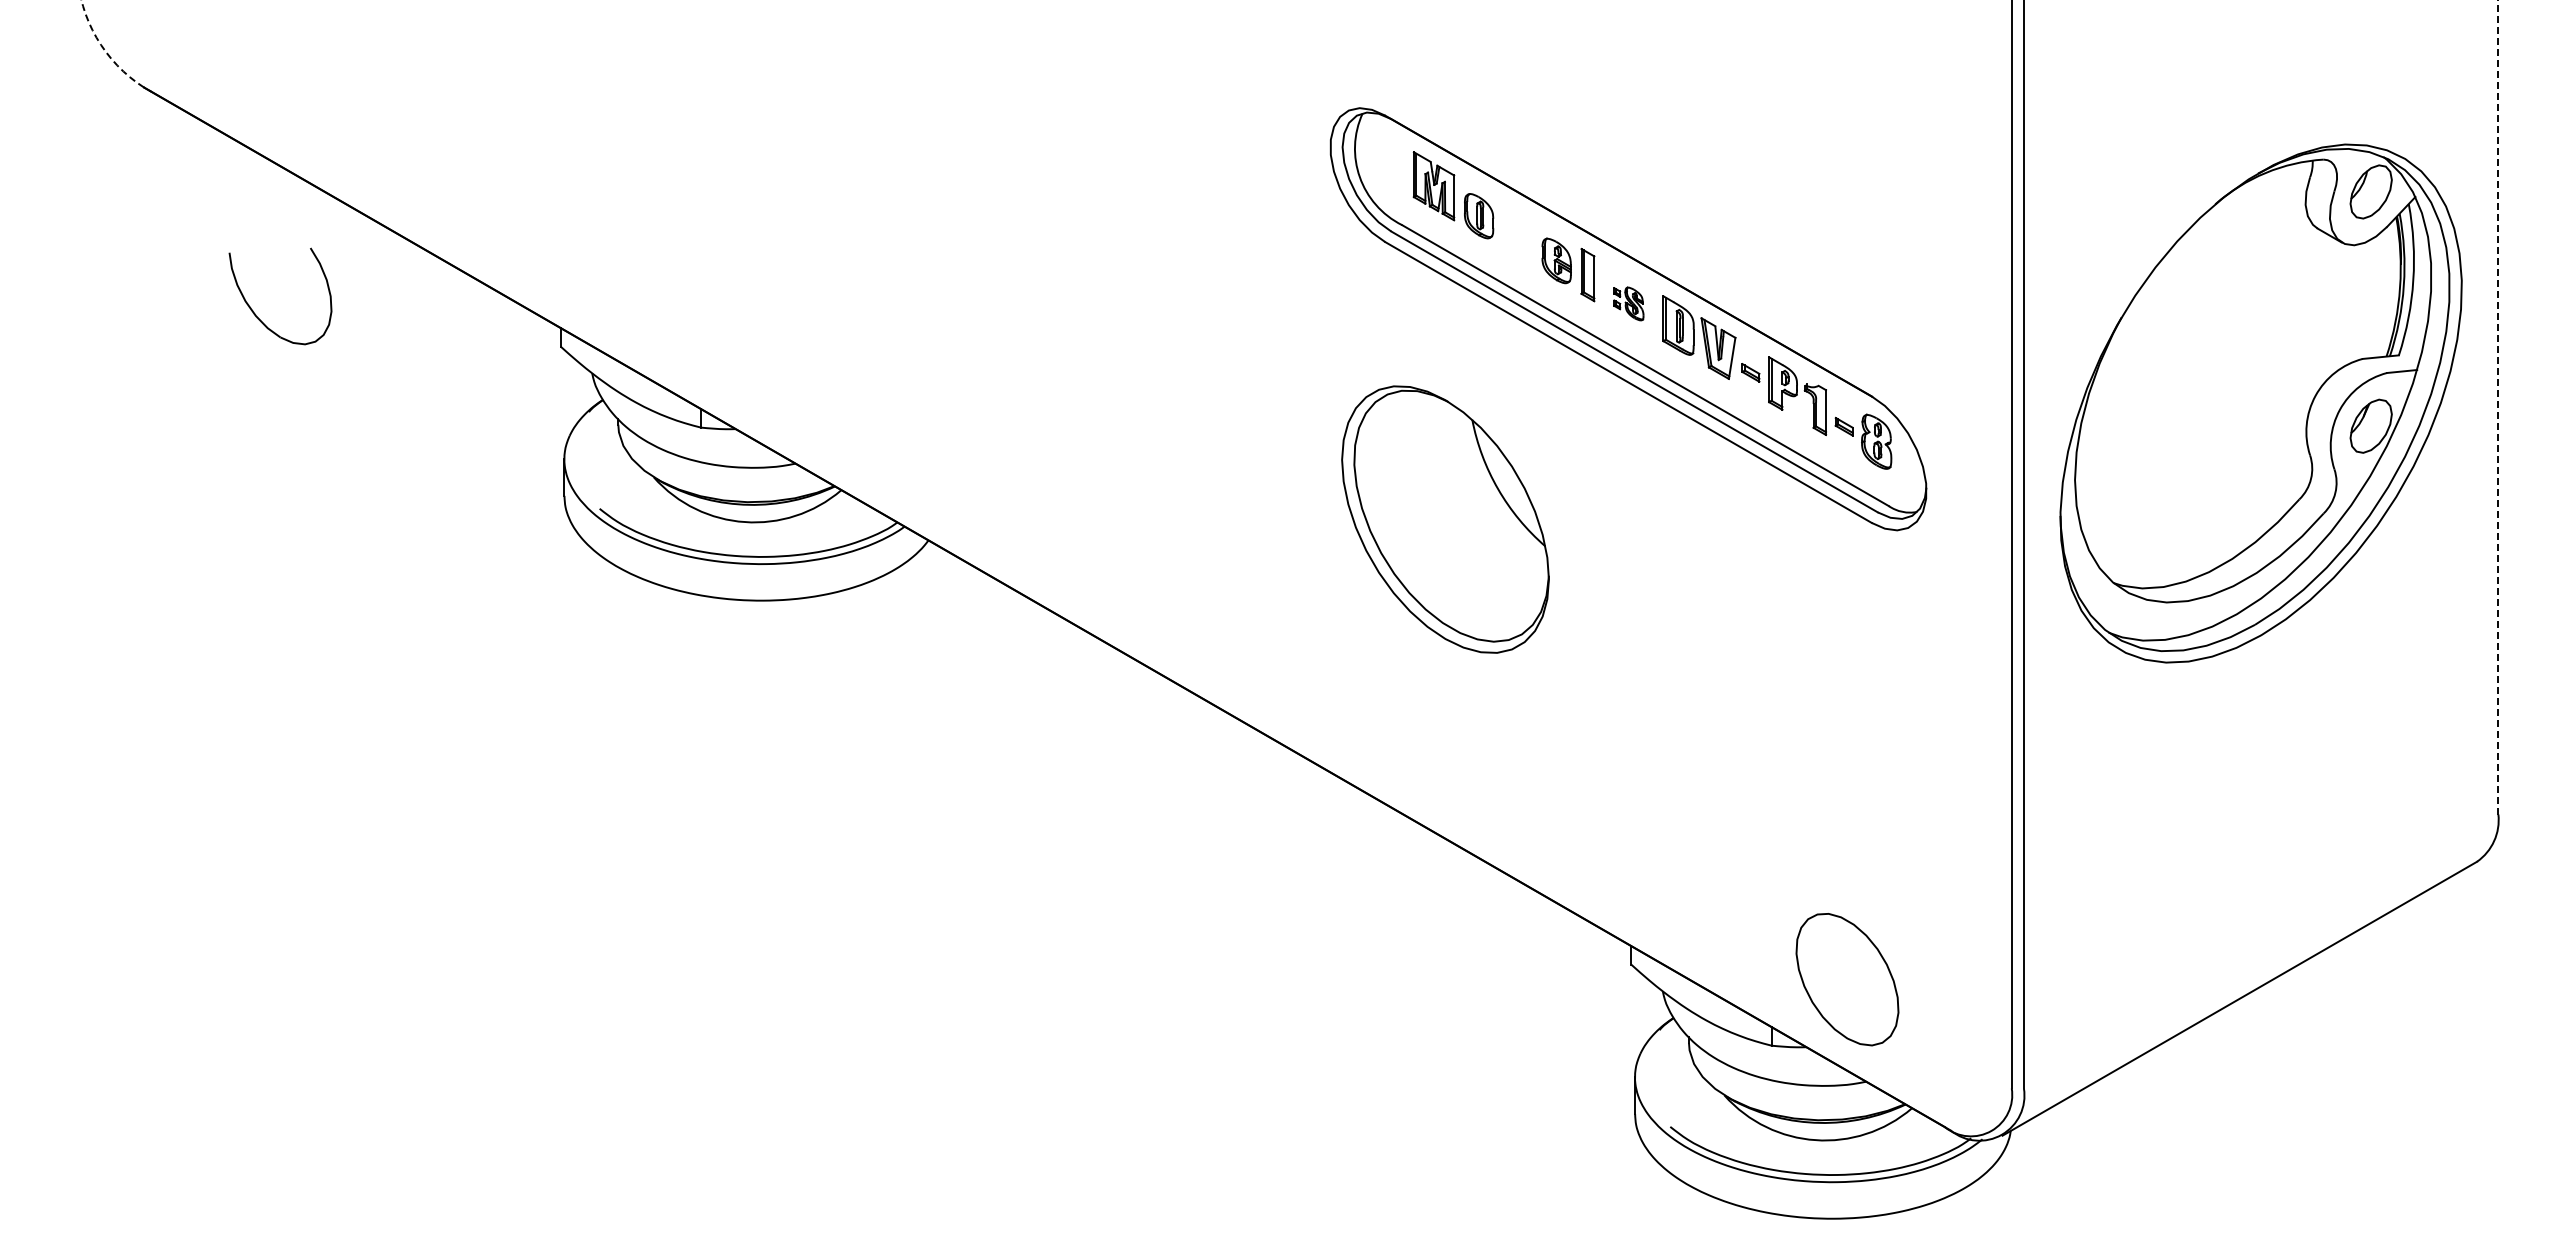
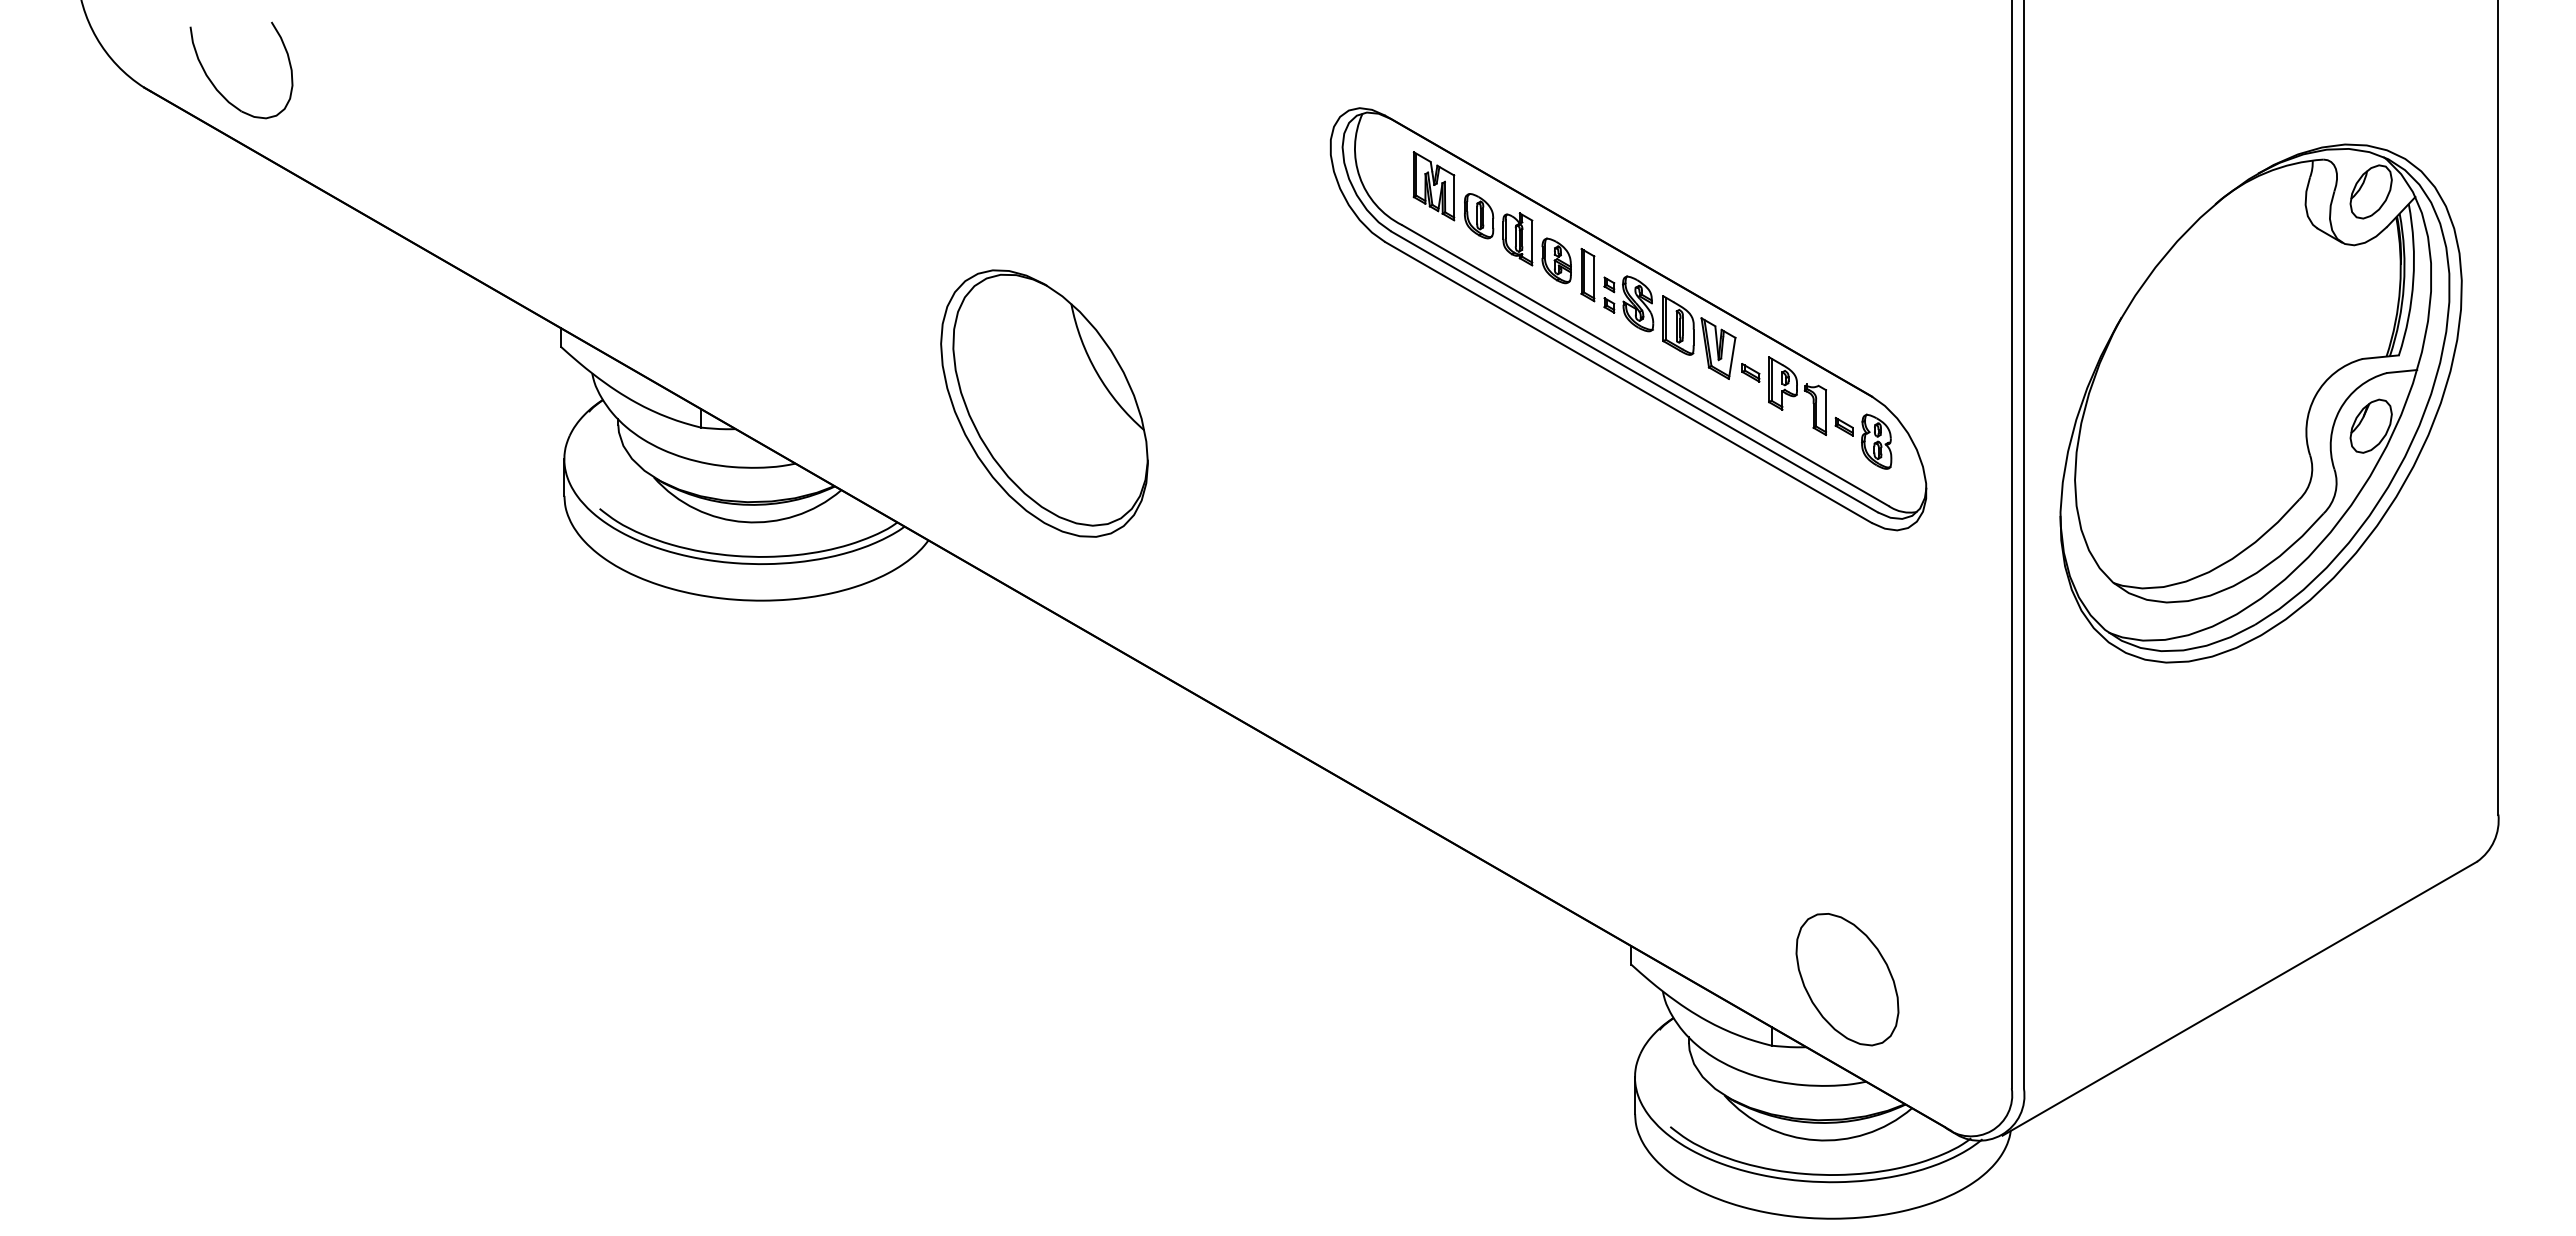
arc at (104, 49): dashed -> solid
part at (1517, 239): none -> present
part at (1628, 303) size: 32x36 px -> 52x58 px
part at (255, 313) position: (255, 313) -> (216, 87)
line at (2498, 407): dashed -> solid
part at (1445, 519) position: (1445, 519) -> (1044, 403)
